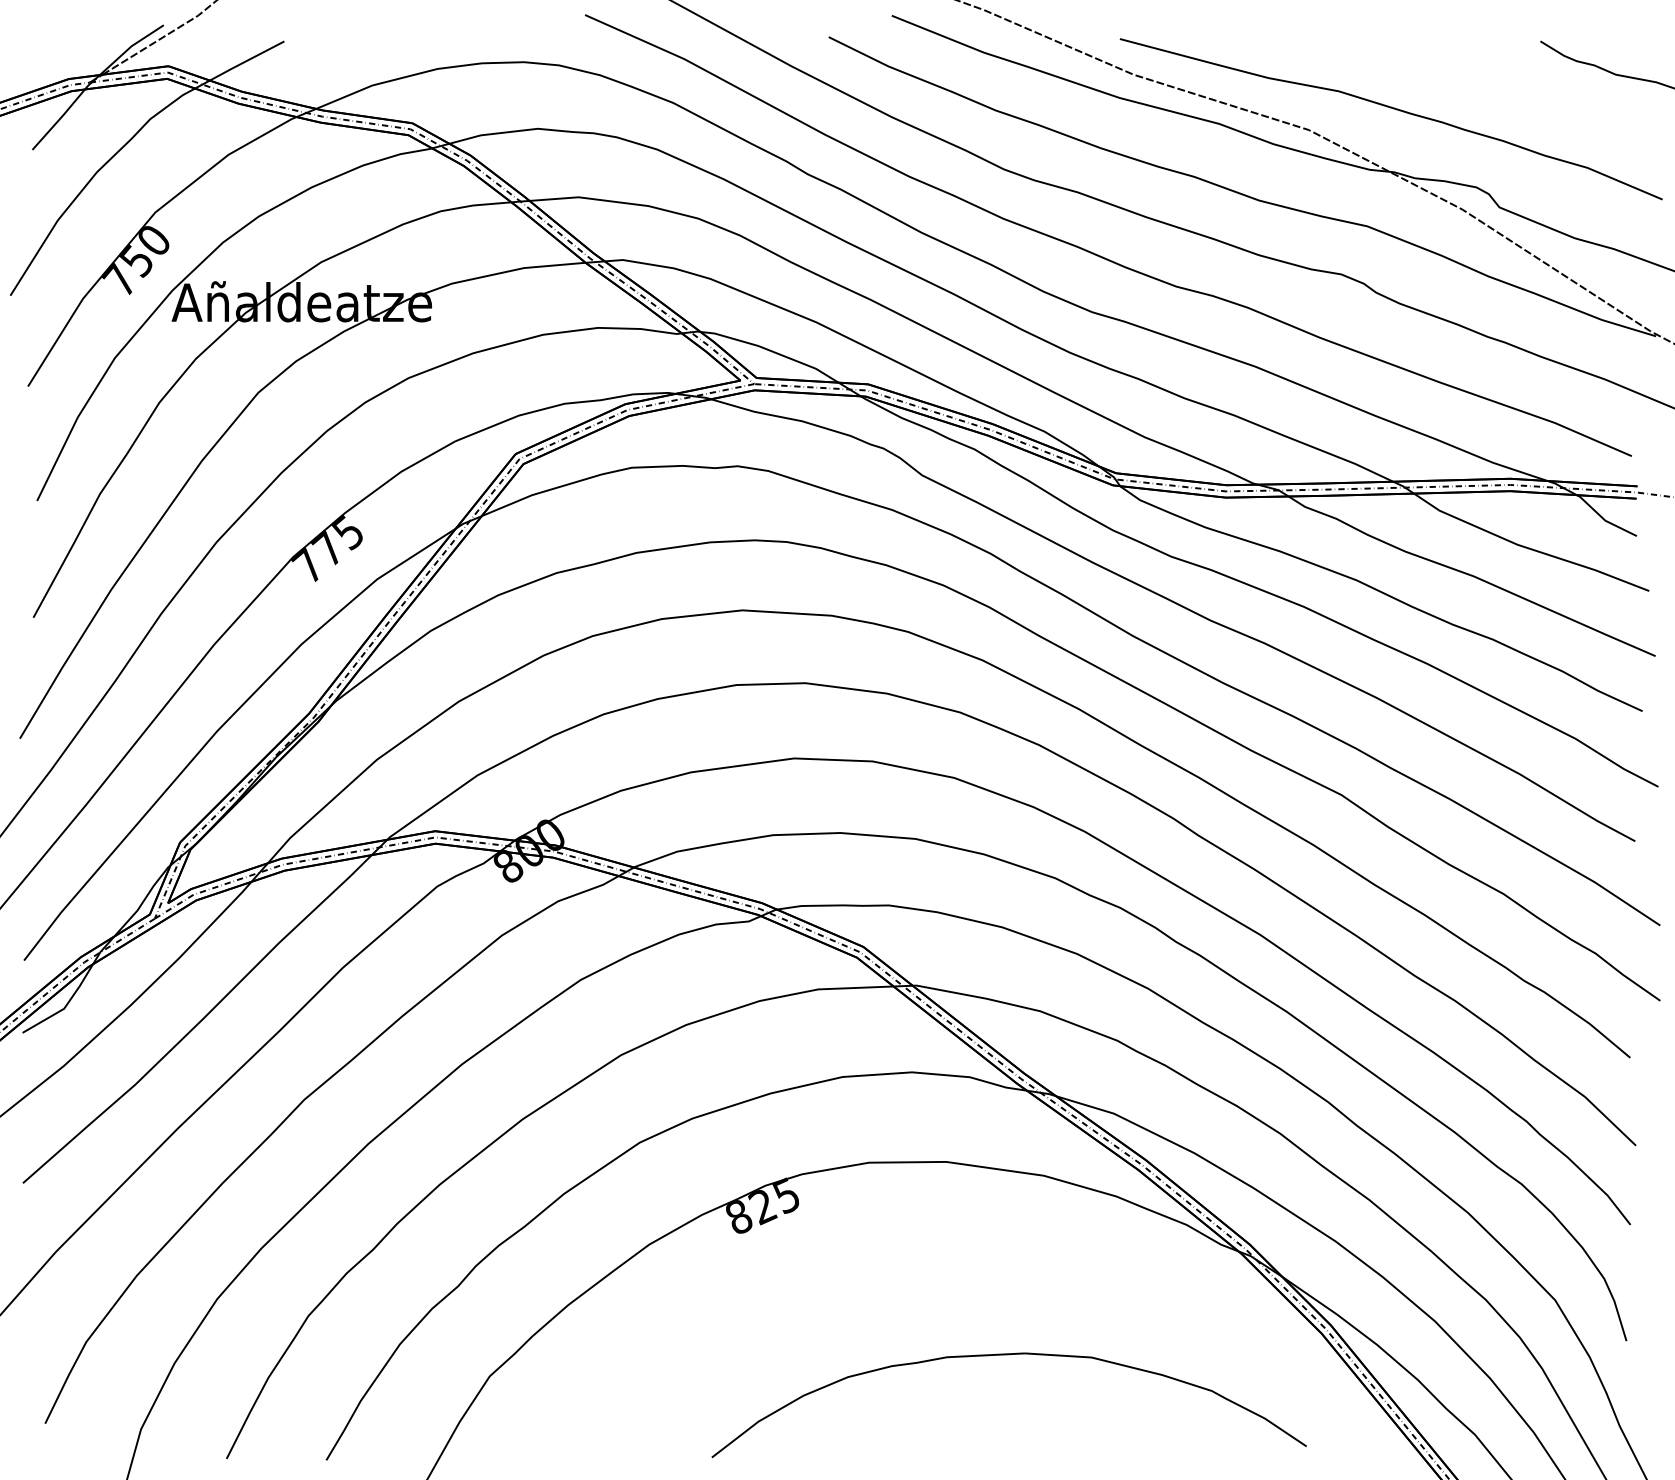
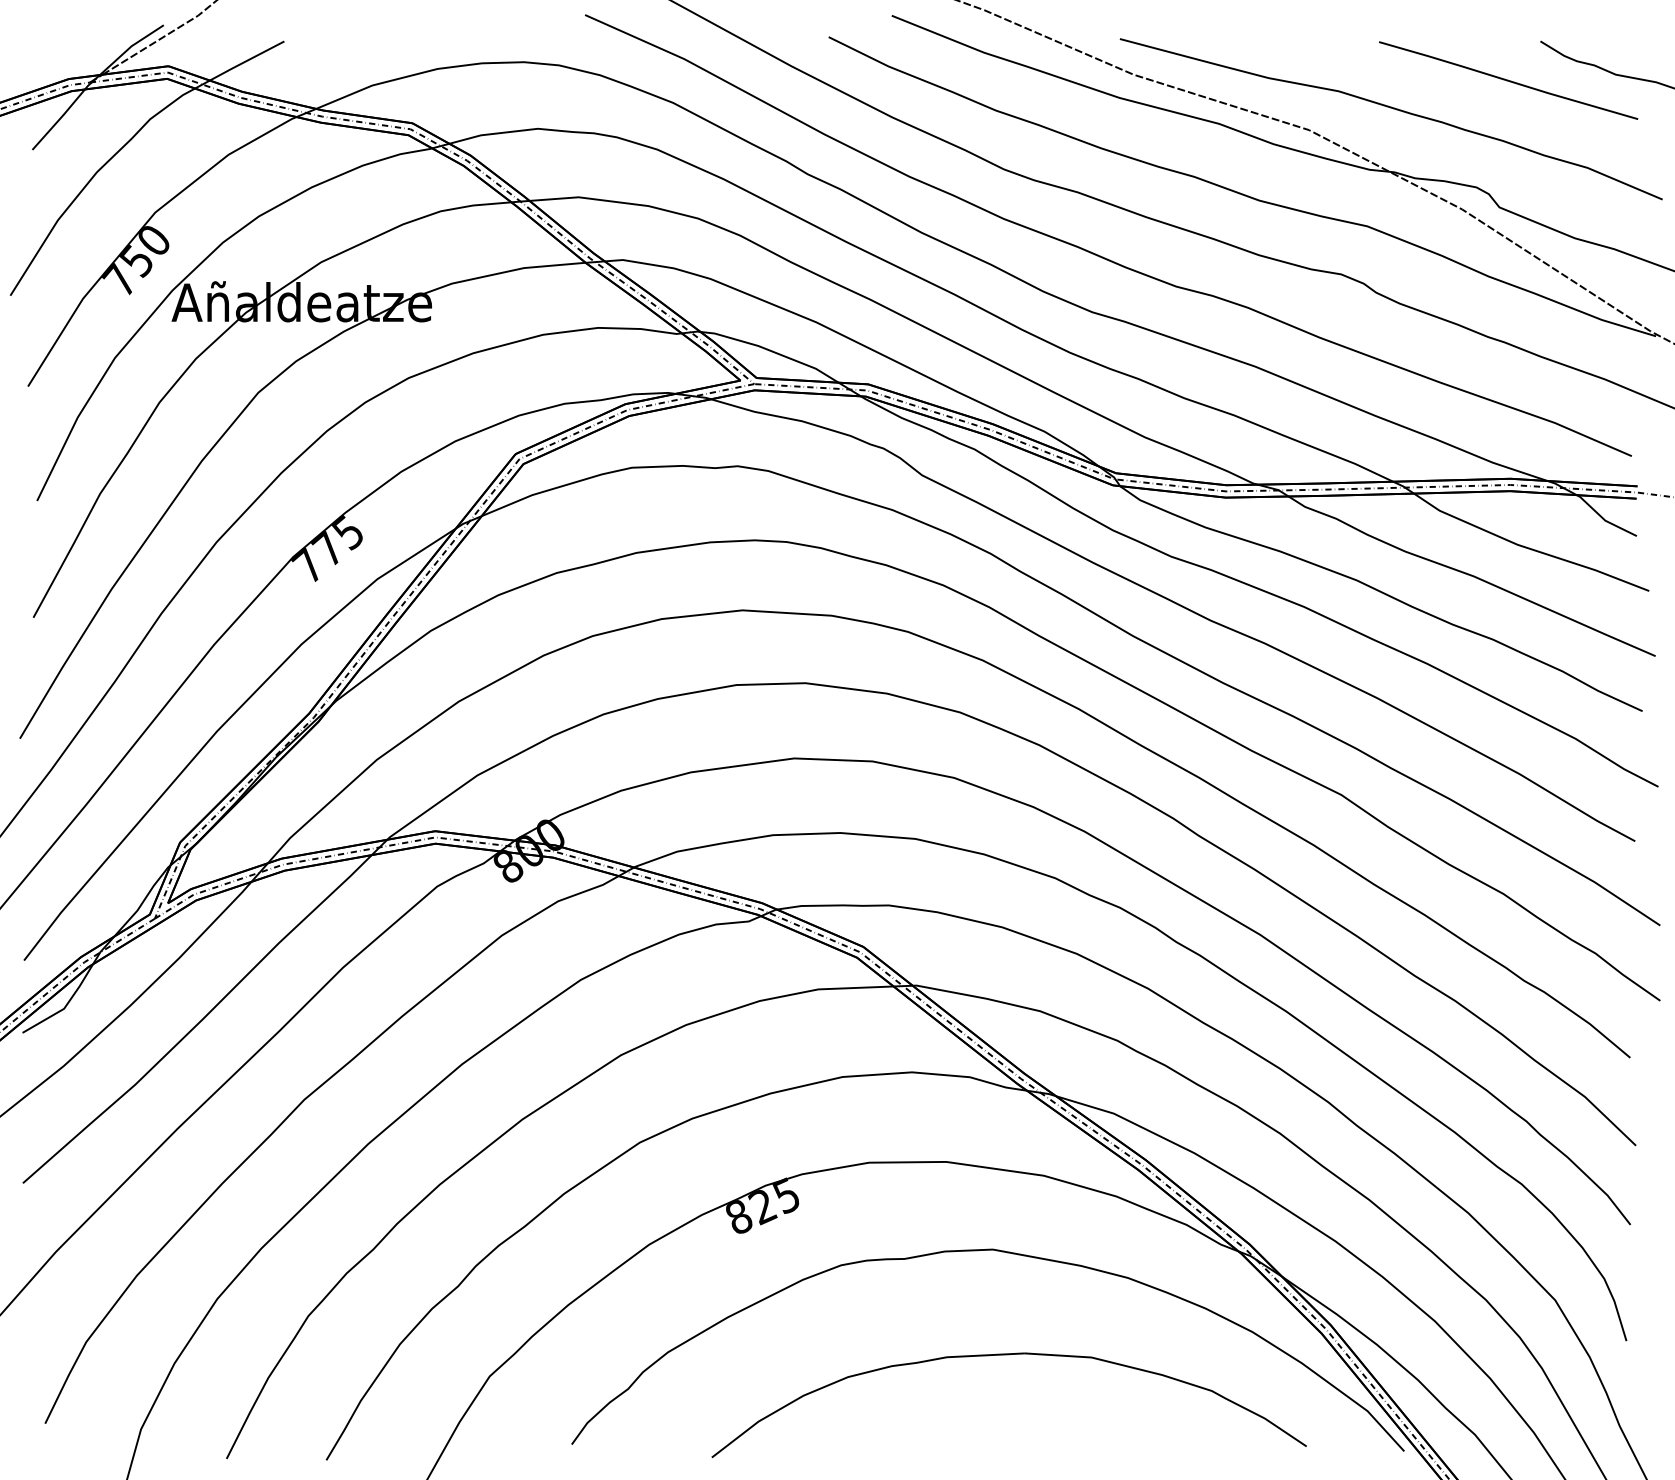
line at (1508, 80): none -> present
part at (1001, 1252): none -> present
